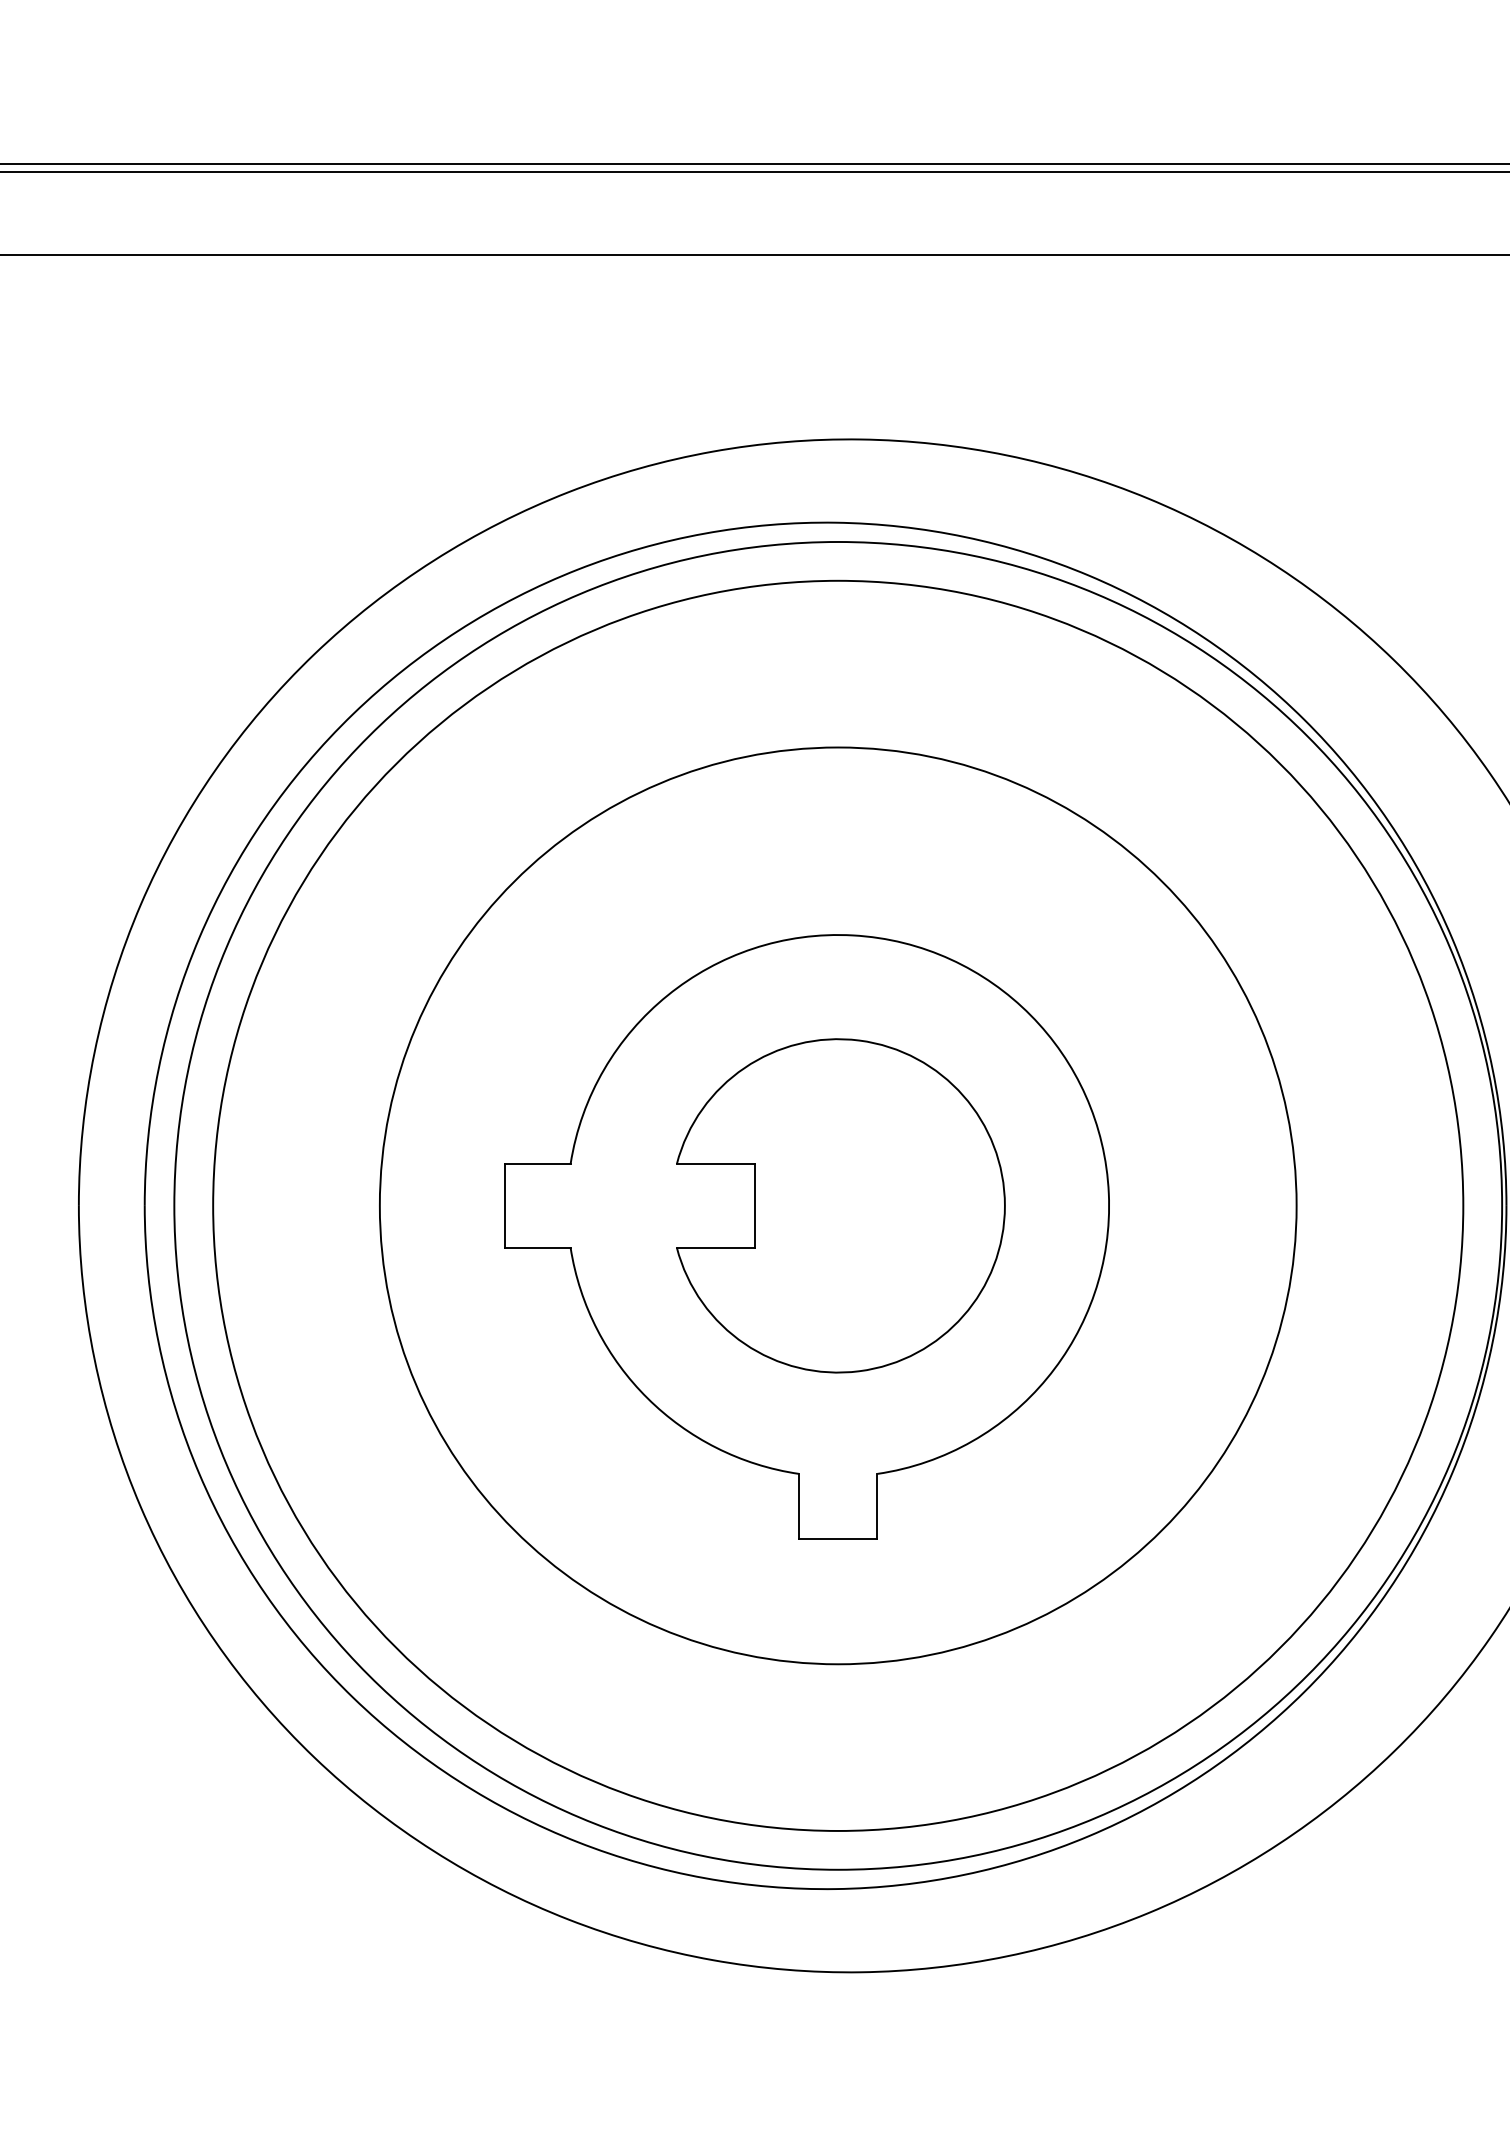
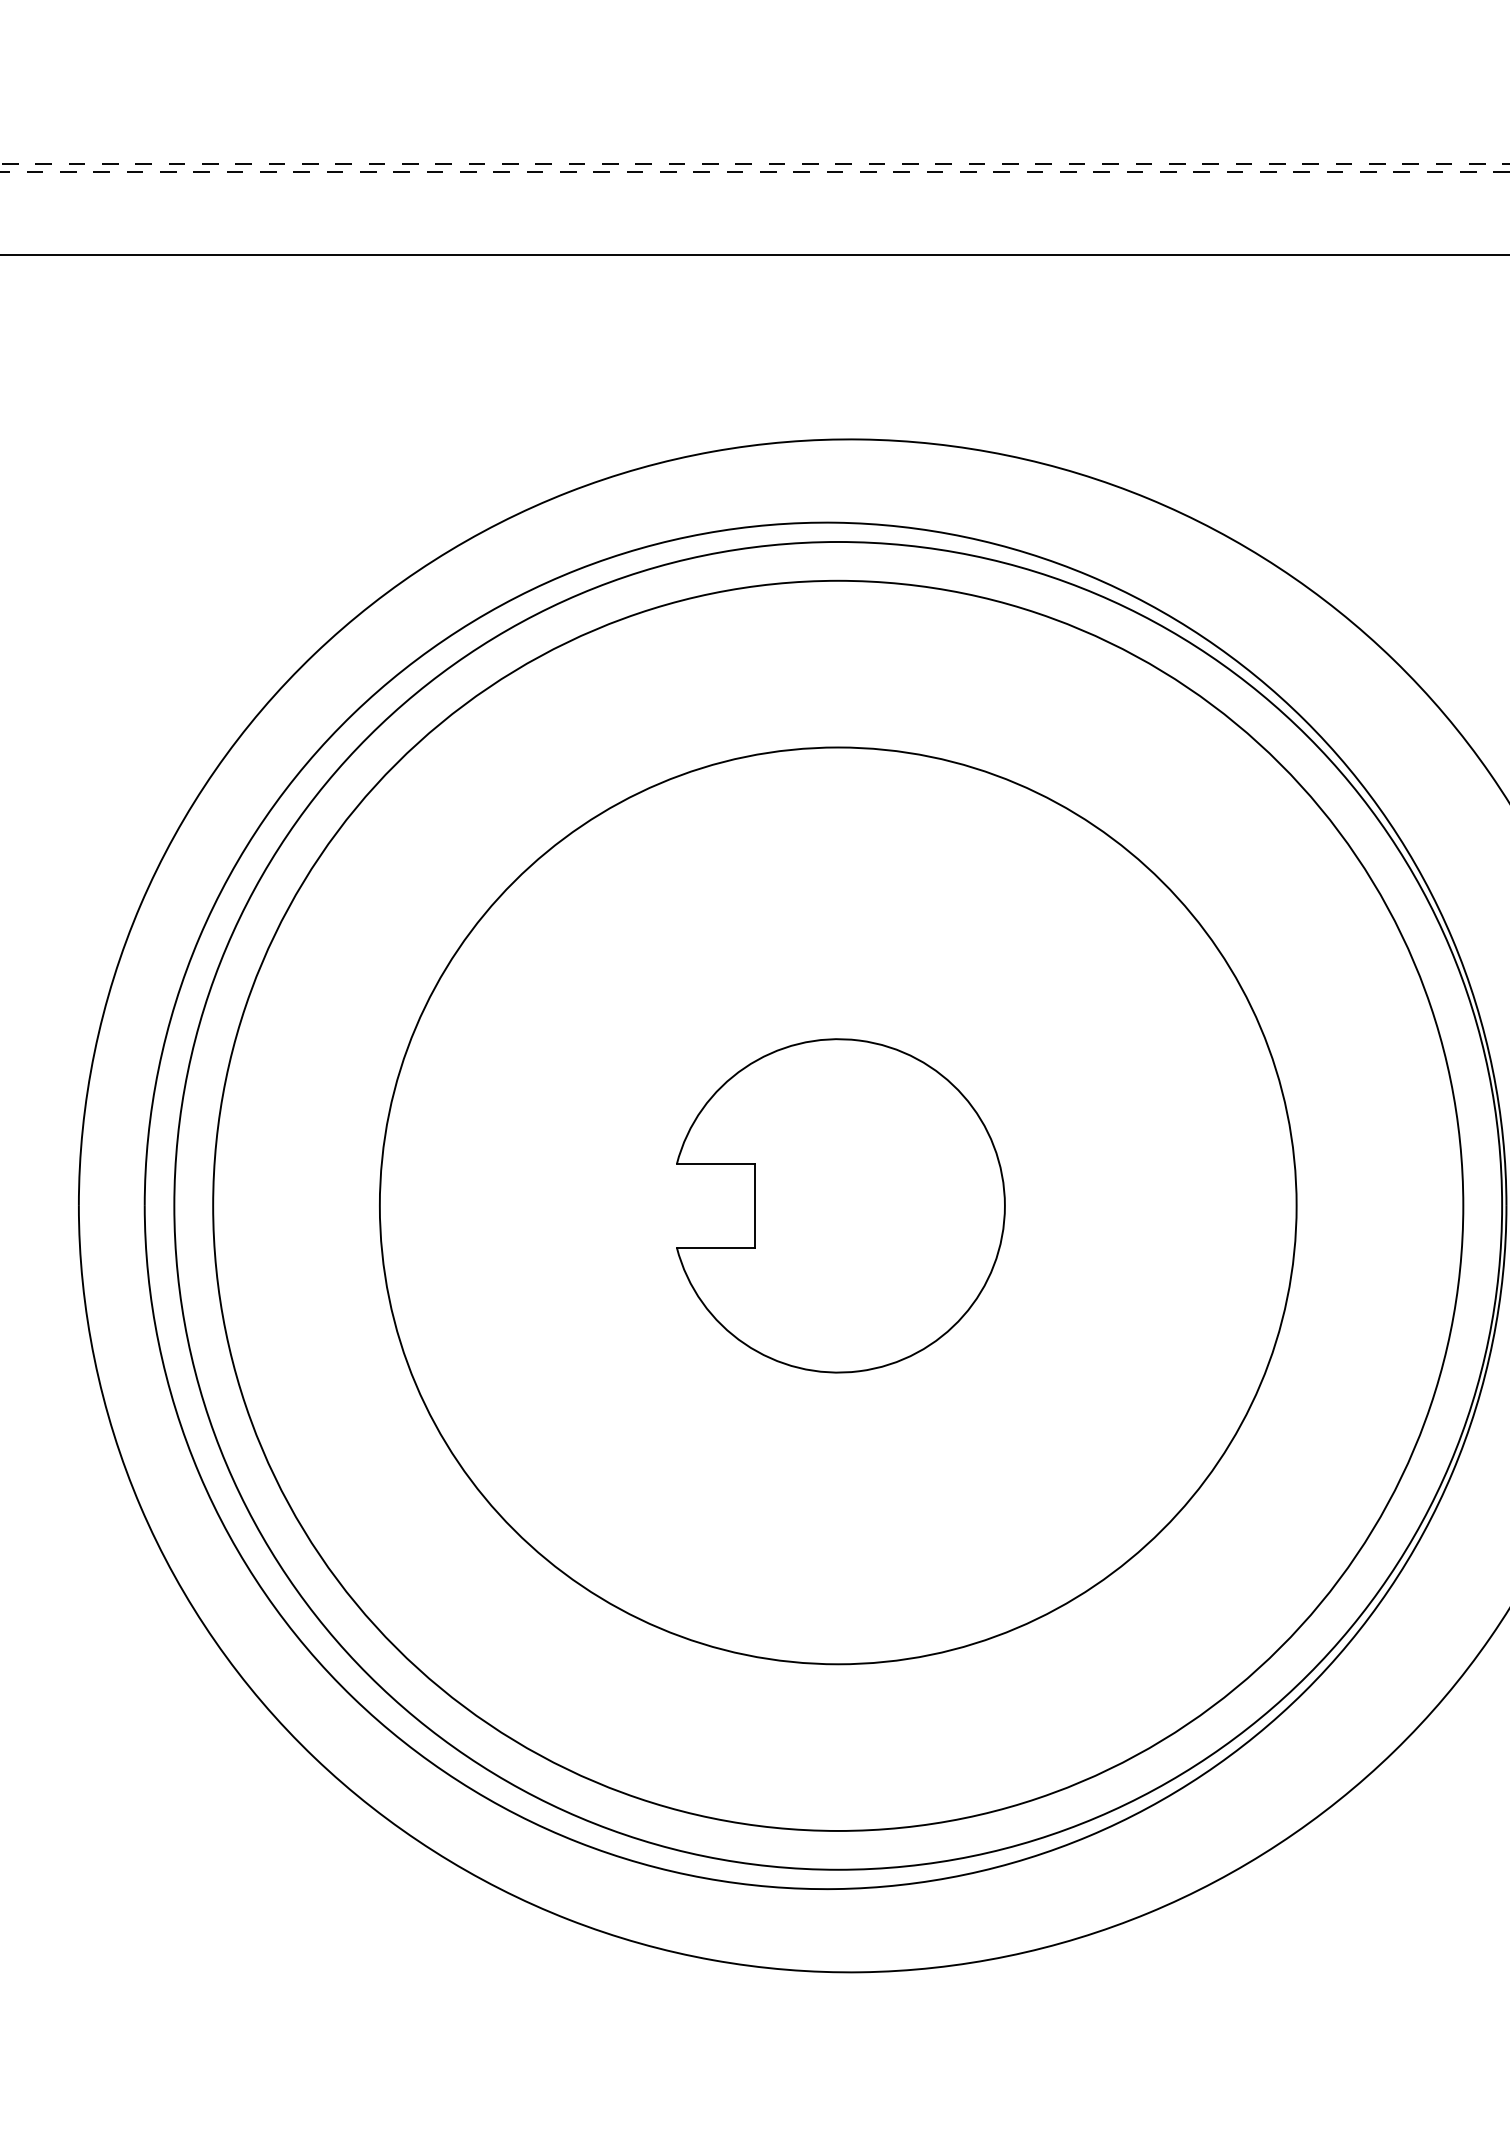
line at (755, 164): solid -> dashed
line at (754, 172): solid -> dashed
part at (806, 1236): present -> none
